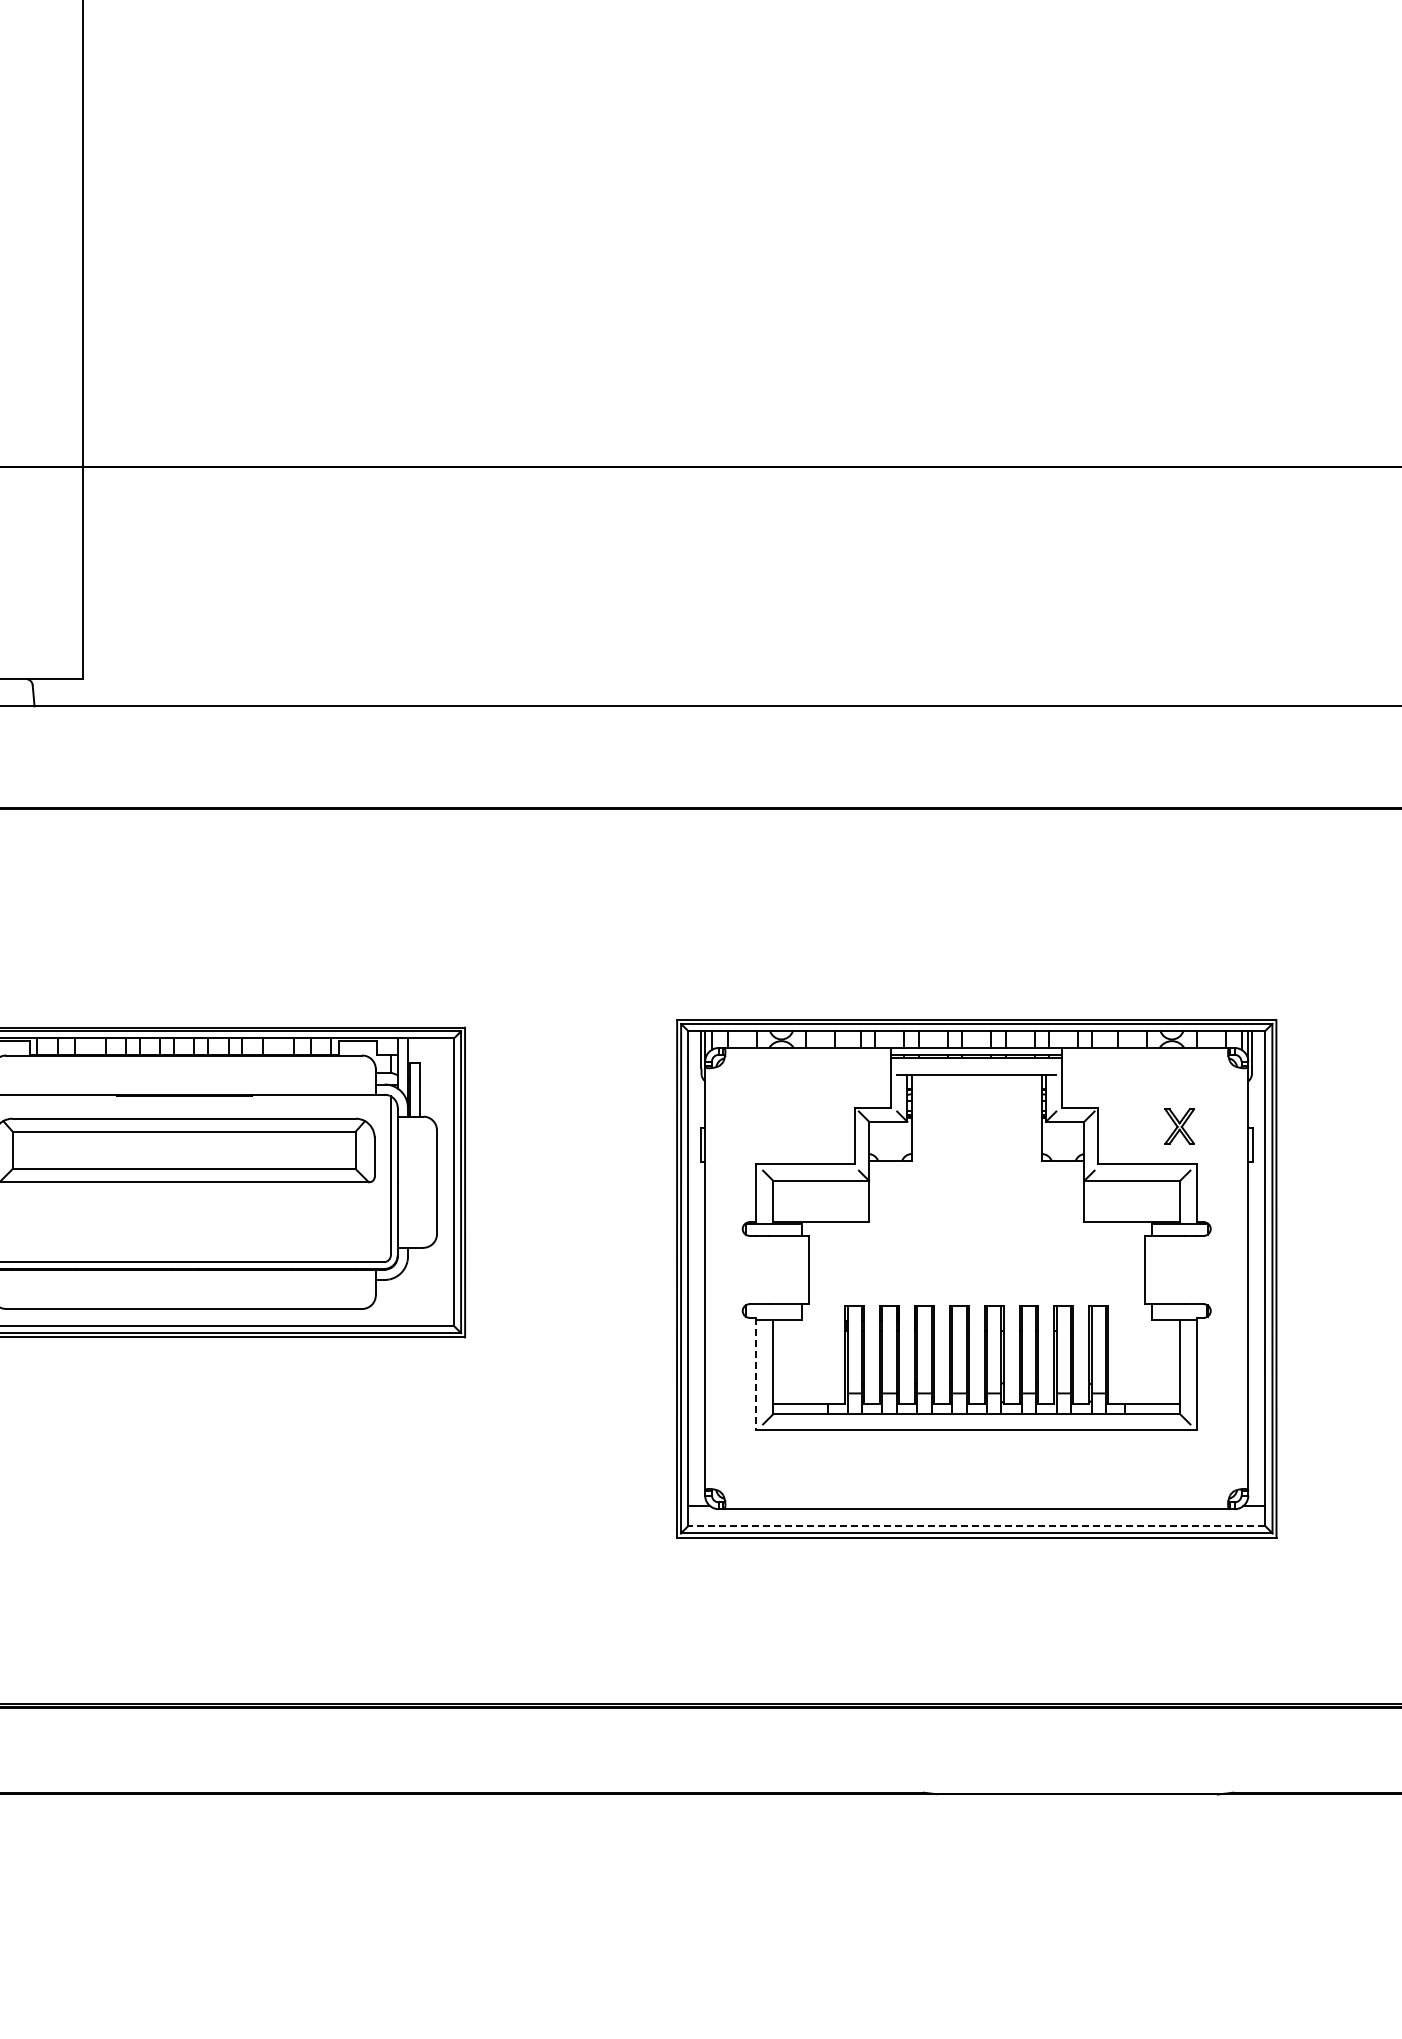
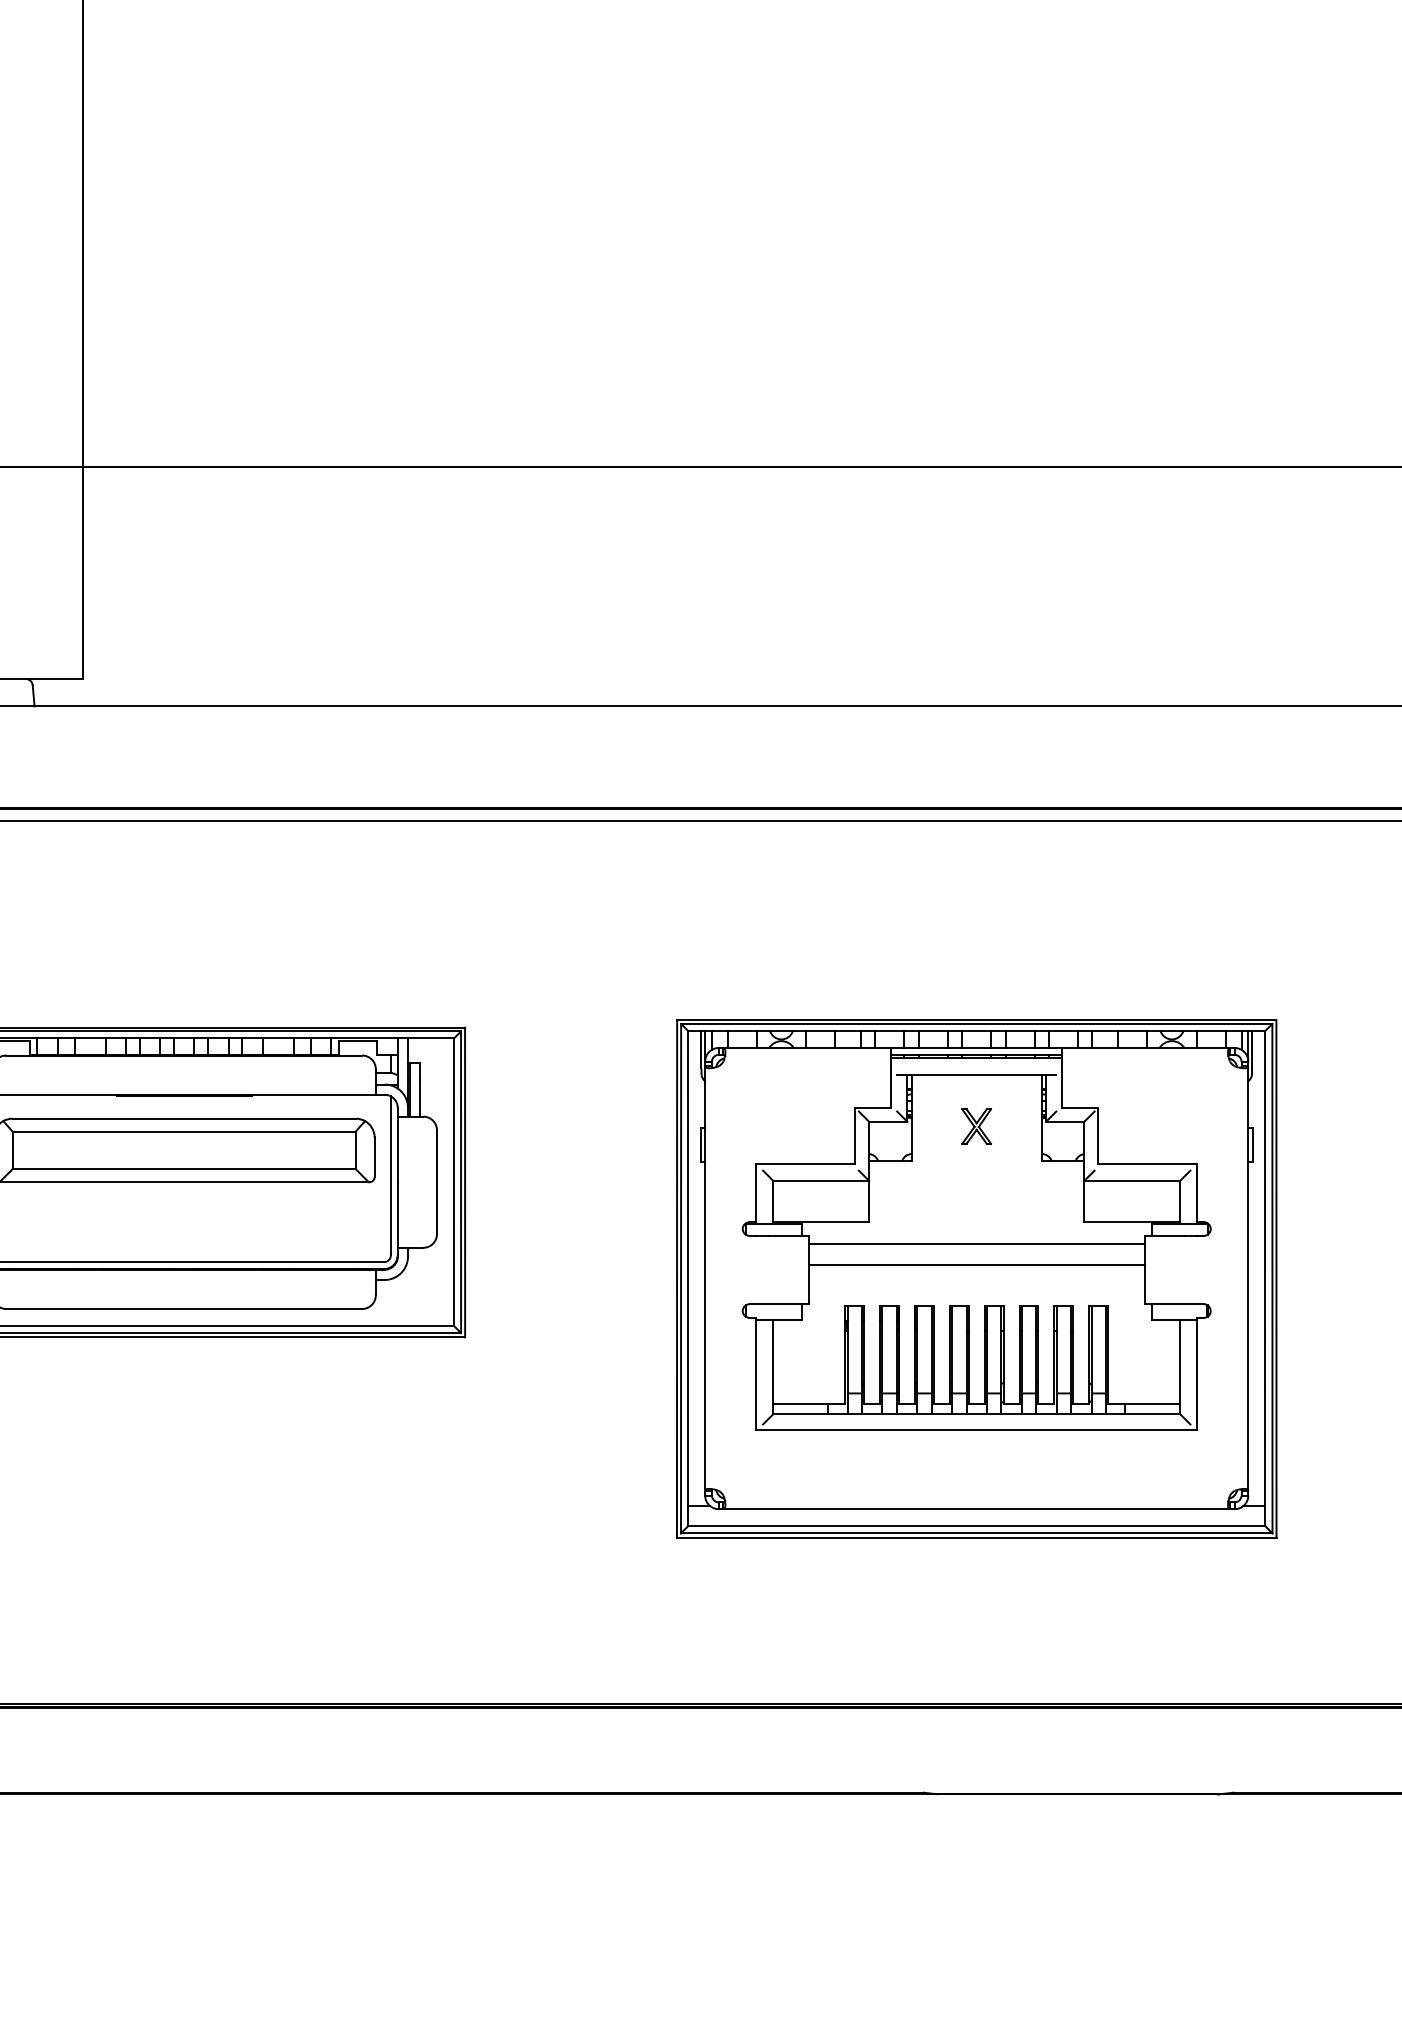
line at (700, 820): none -> present
part at (1179, 1126) position: (1179, 1126) -> (976, 1126)
line at (976, 1244): none -> present
line at (976, 1264): none -> present
line at (756, 1373): dashed -> solid
line at (976, 1526): dashed -> solid
